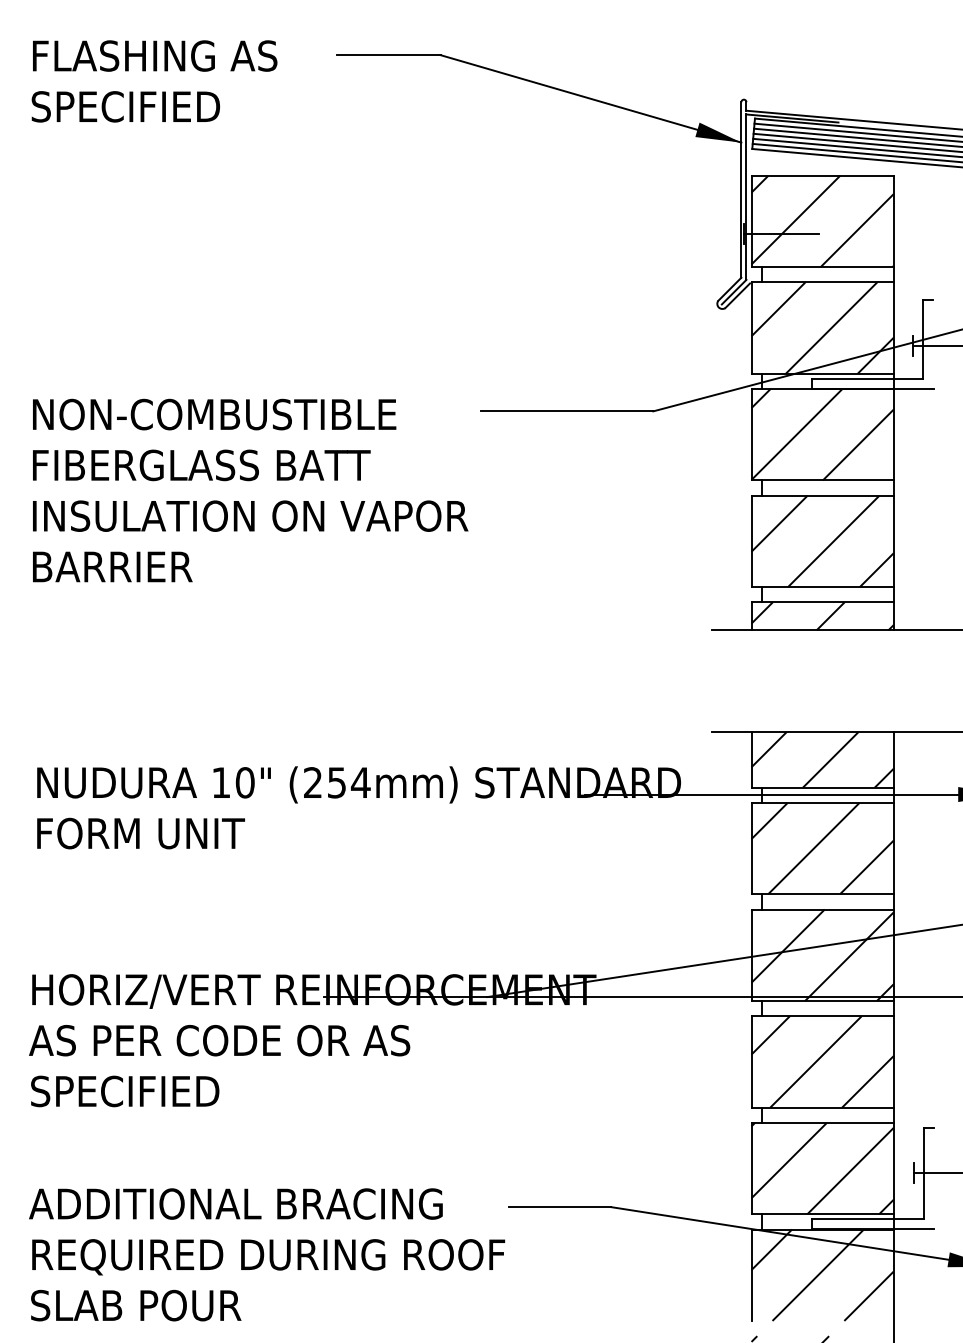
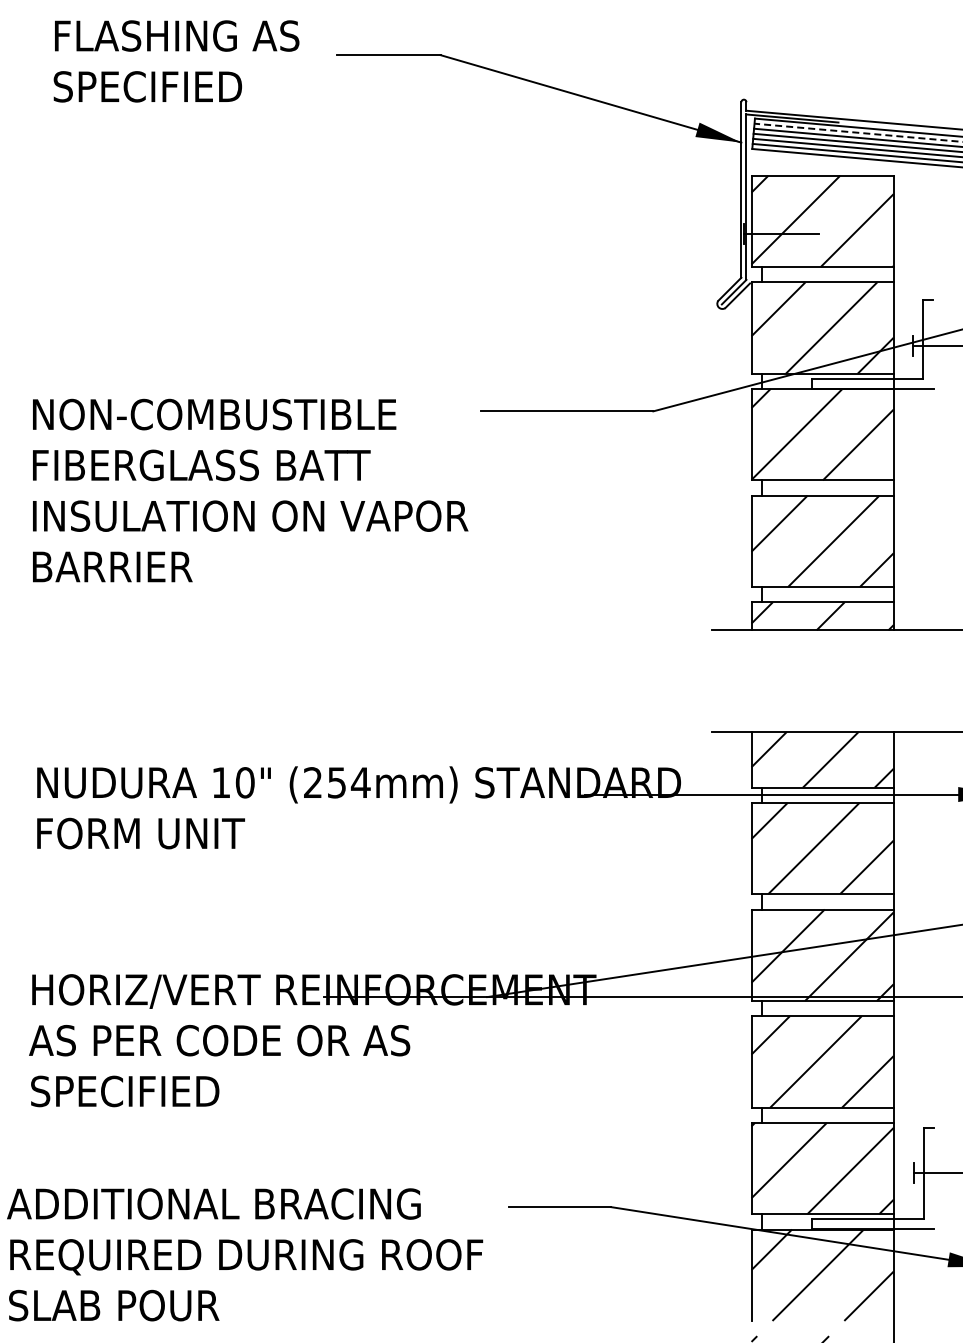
text at (154, 81) position: (154, 81) -> (176, 61)
line at (858, 132): solid -> dashed
text at (267, 1254) position: (267, 1254) -> (245, 1254)
